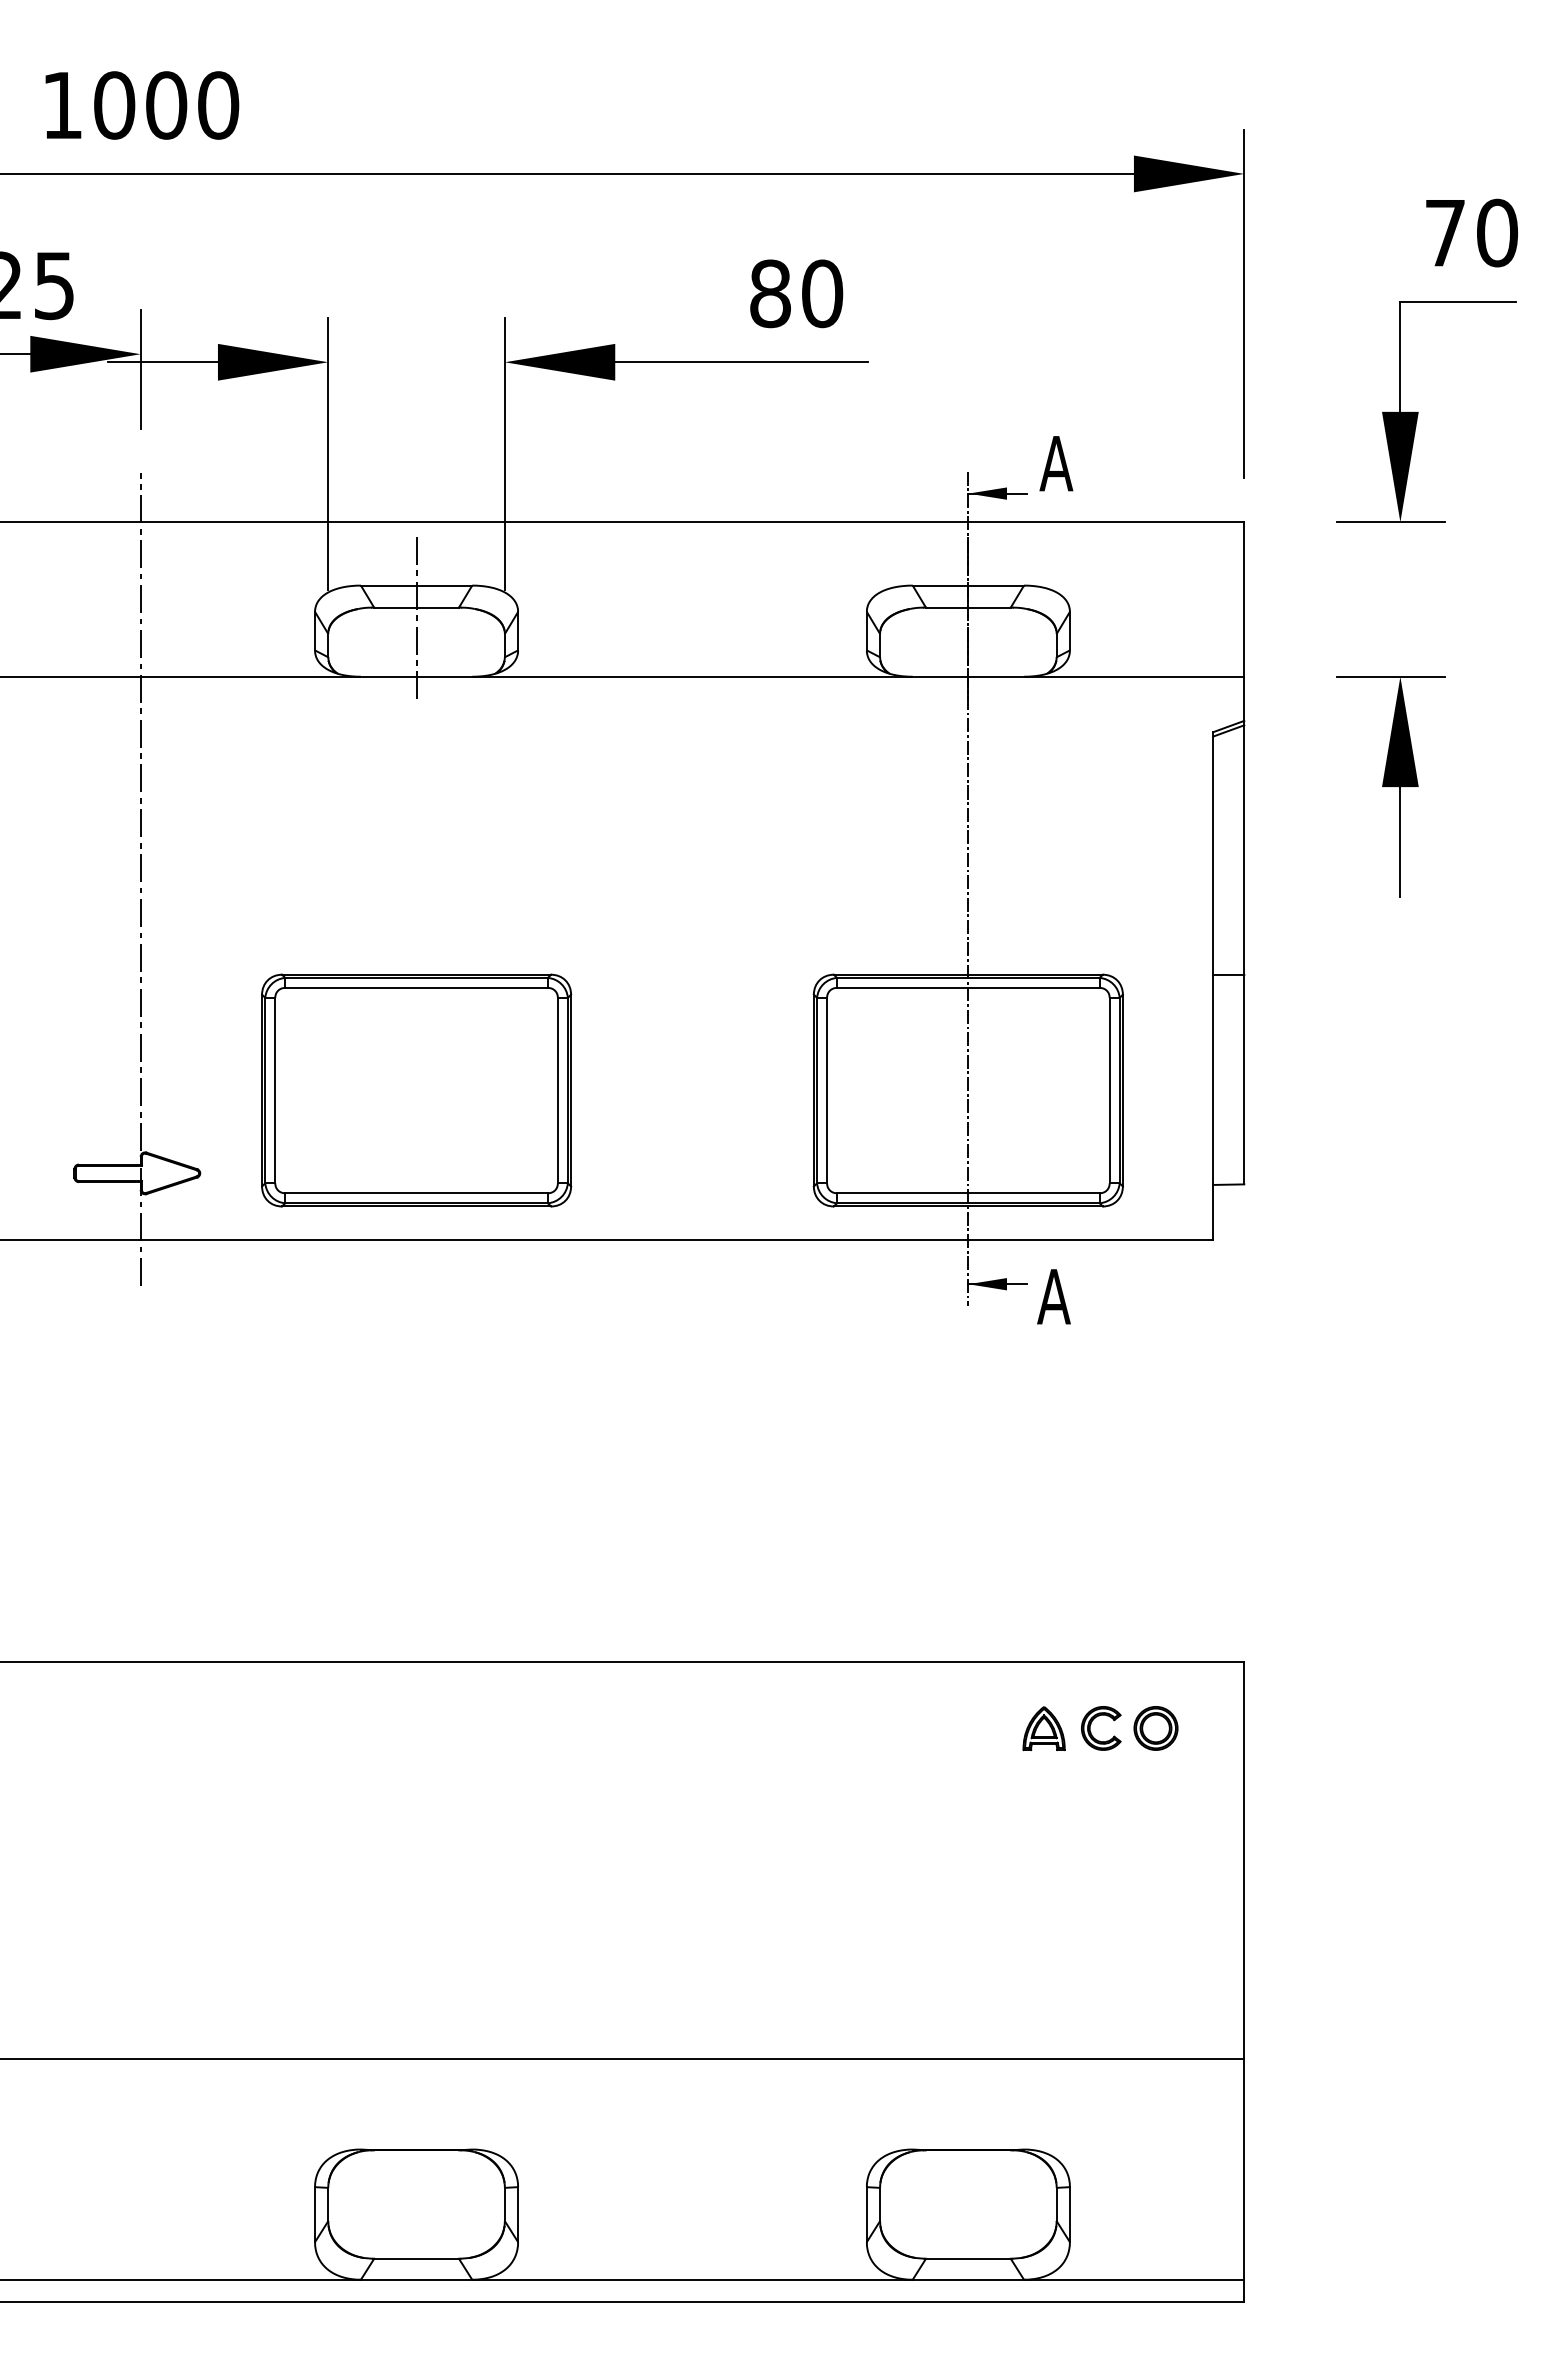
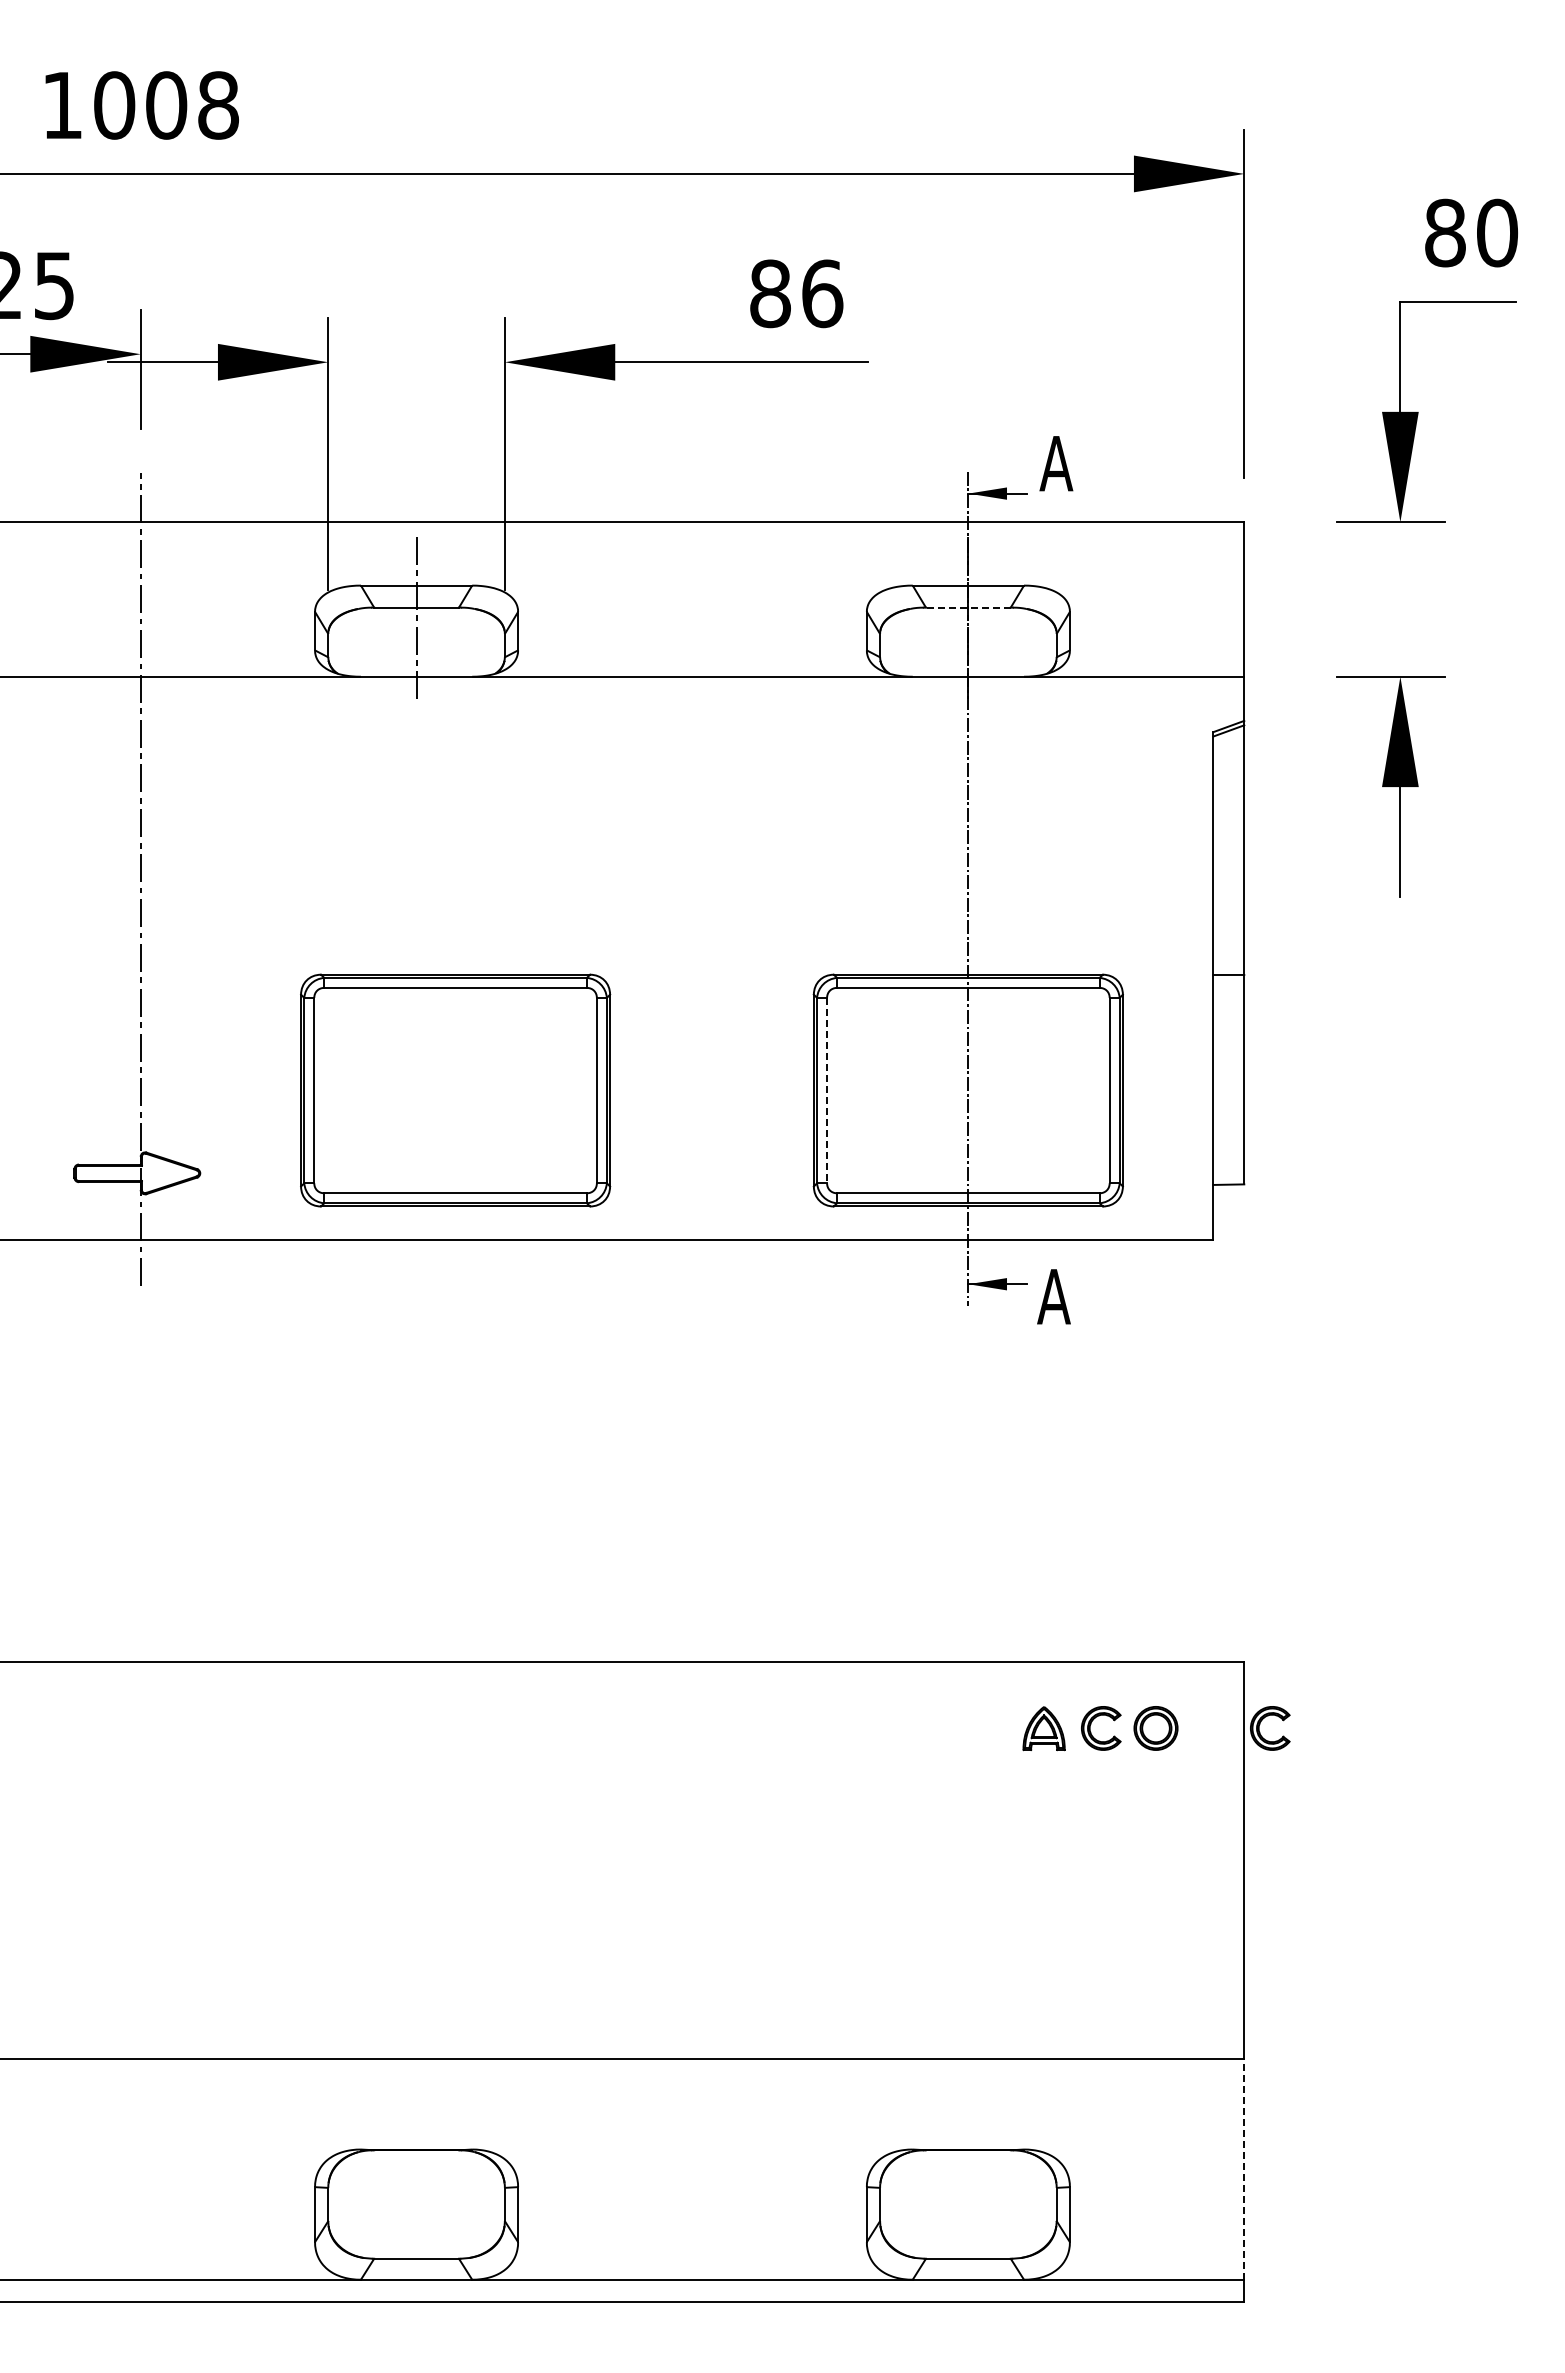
text at (218, 105): 1000 -> 1008
text at (1445, 232): 70 -> 80
text at (822, 293): 80 -> 86
line at (967, 607): solid -> dashed
part at (416, 1090) position: (416, 1090) -> (455, 1090)
line at (827, 1090): solid -> dashed
part at (1260, 1724): none -> present
line at (1244, 2168): solid -> dashed
